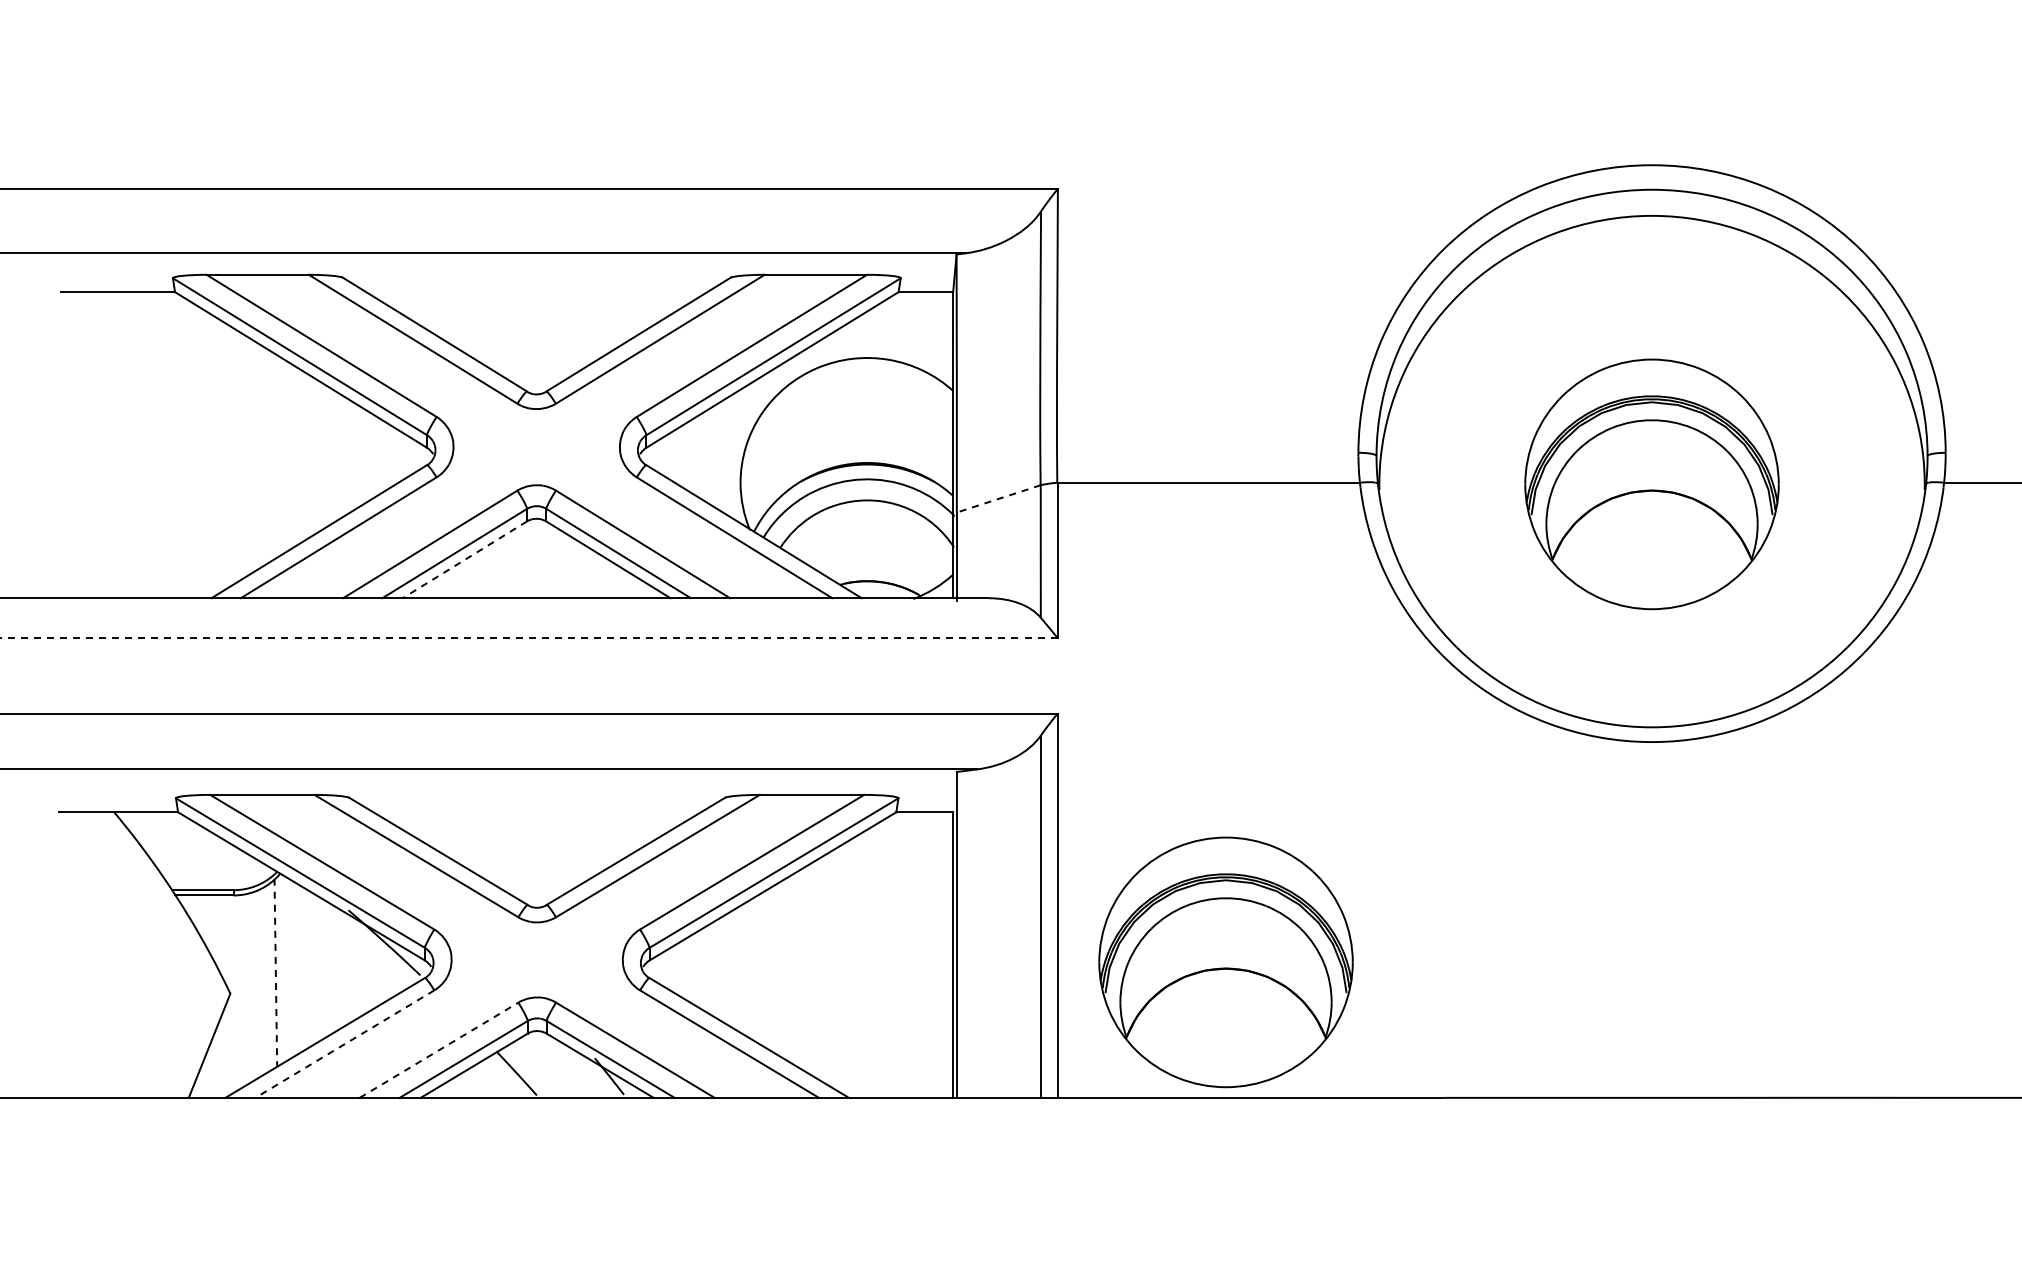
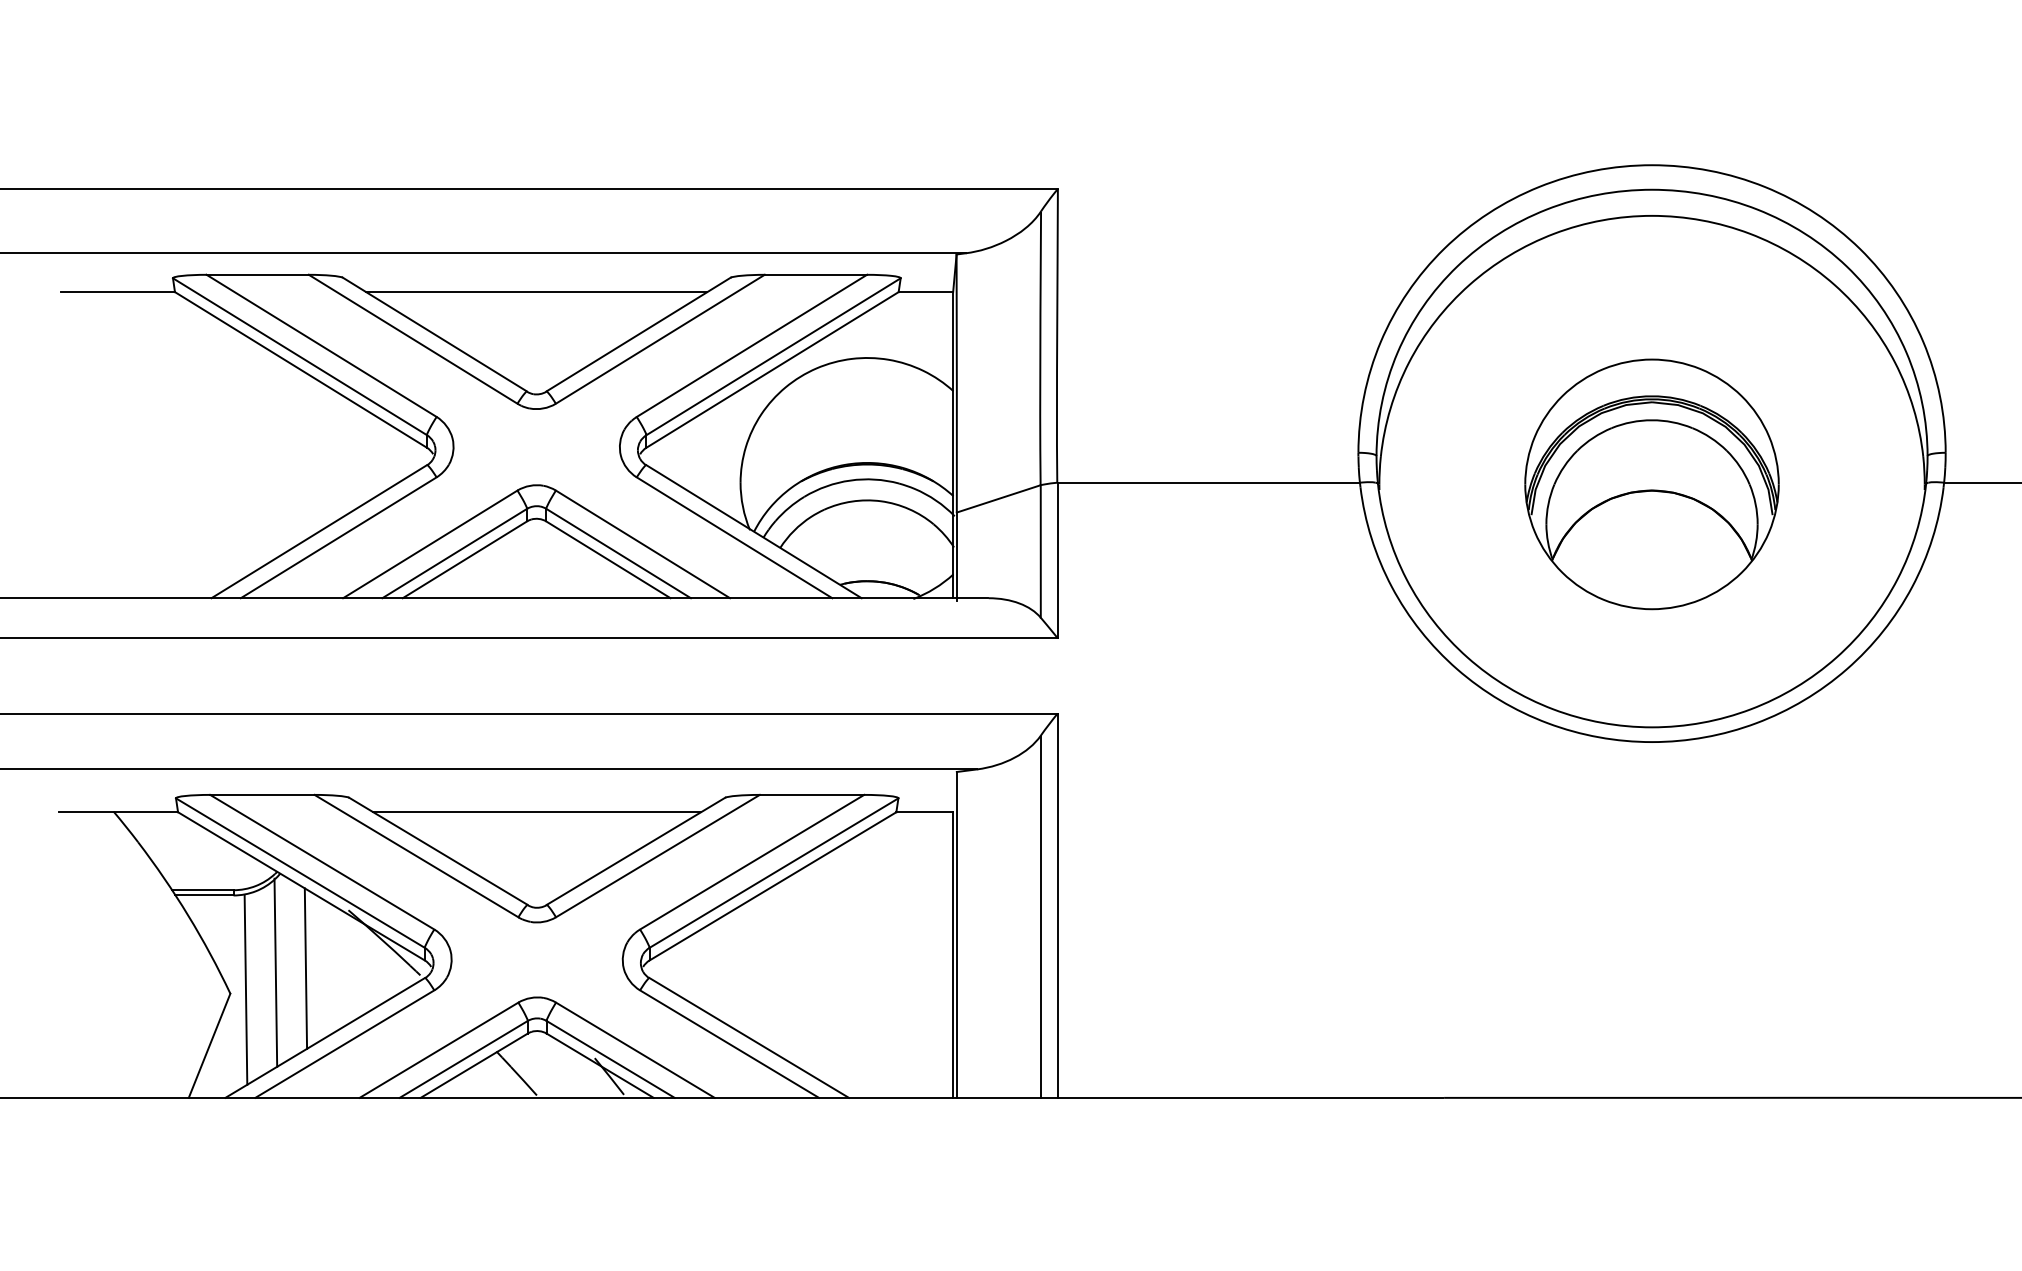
line at (536, 292): none -> present
line at (998, 499): dashed -> solid
line at (464, 560): dashed -> solid
line at (529, 638): dashed -> solid
line at (537, 812): none -> present
part at (1225, 962): present -> none
line at (305, 968): none -> present
line at (275, 973): dashed -> solid
line at (245, 989): none -> present
line at (344, 1044): dashed -> solid
line at (439, 1050): dashed -> solid
